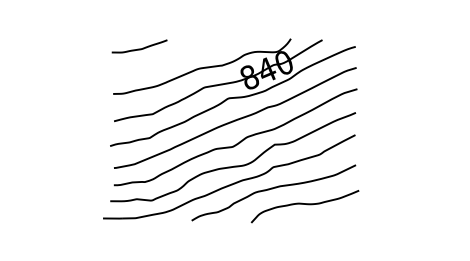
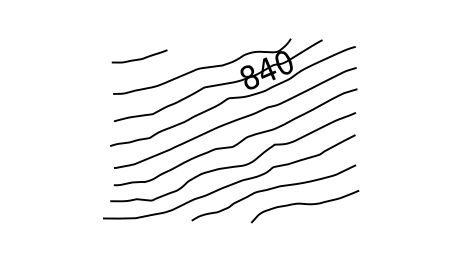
curve at (139, 48) position: (139, 48) -> (139, 58)
